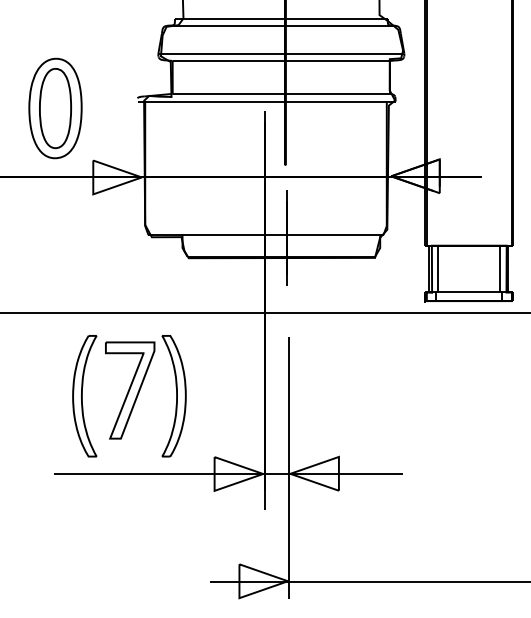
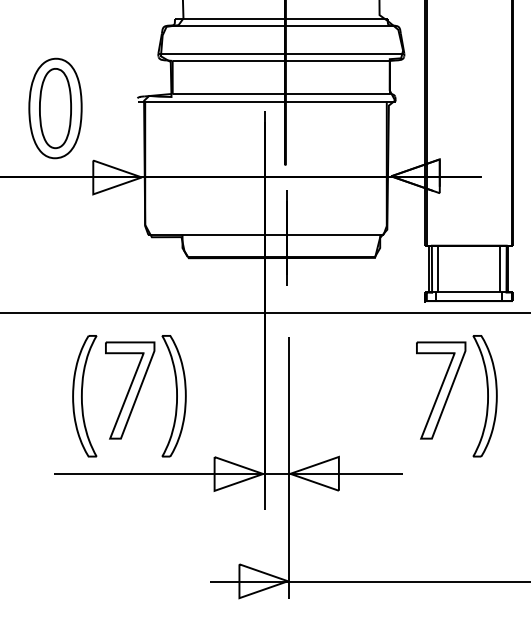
part at (450, 393): none -> present
